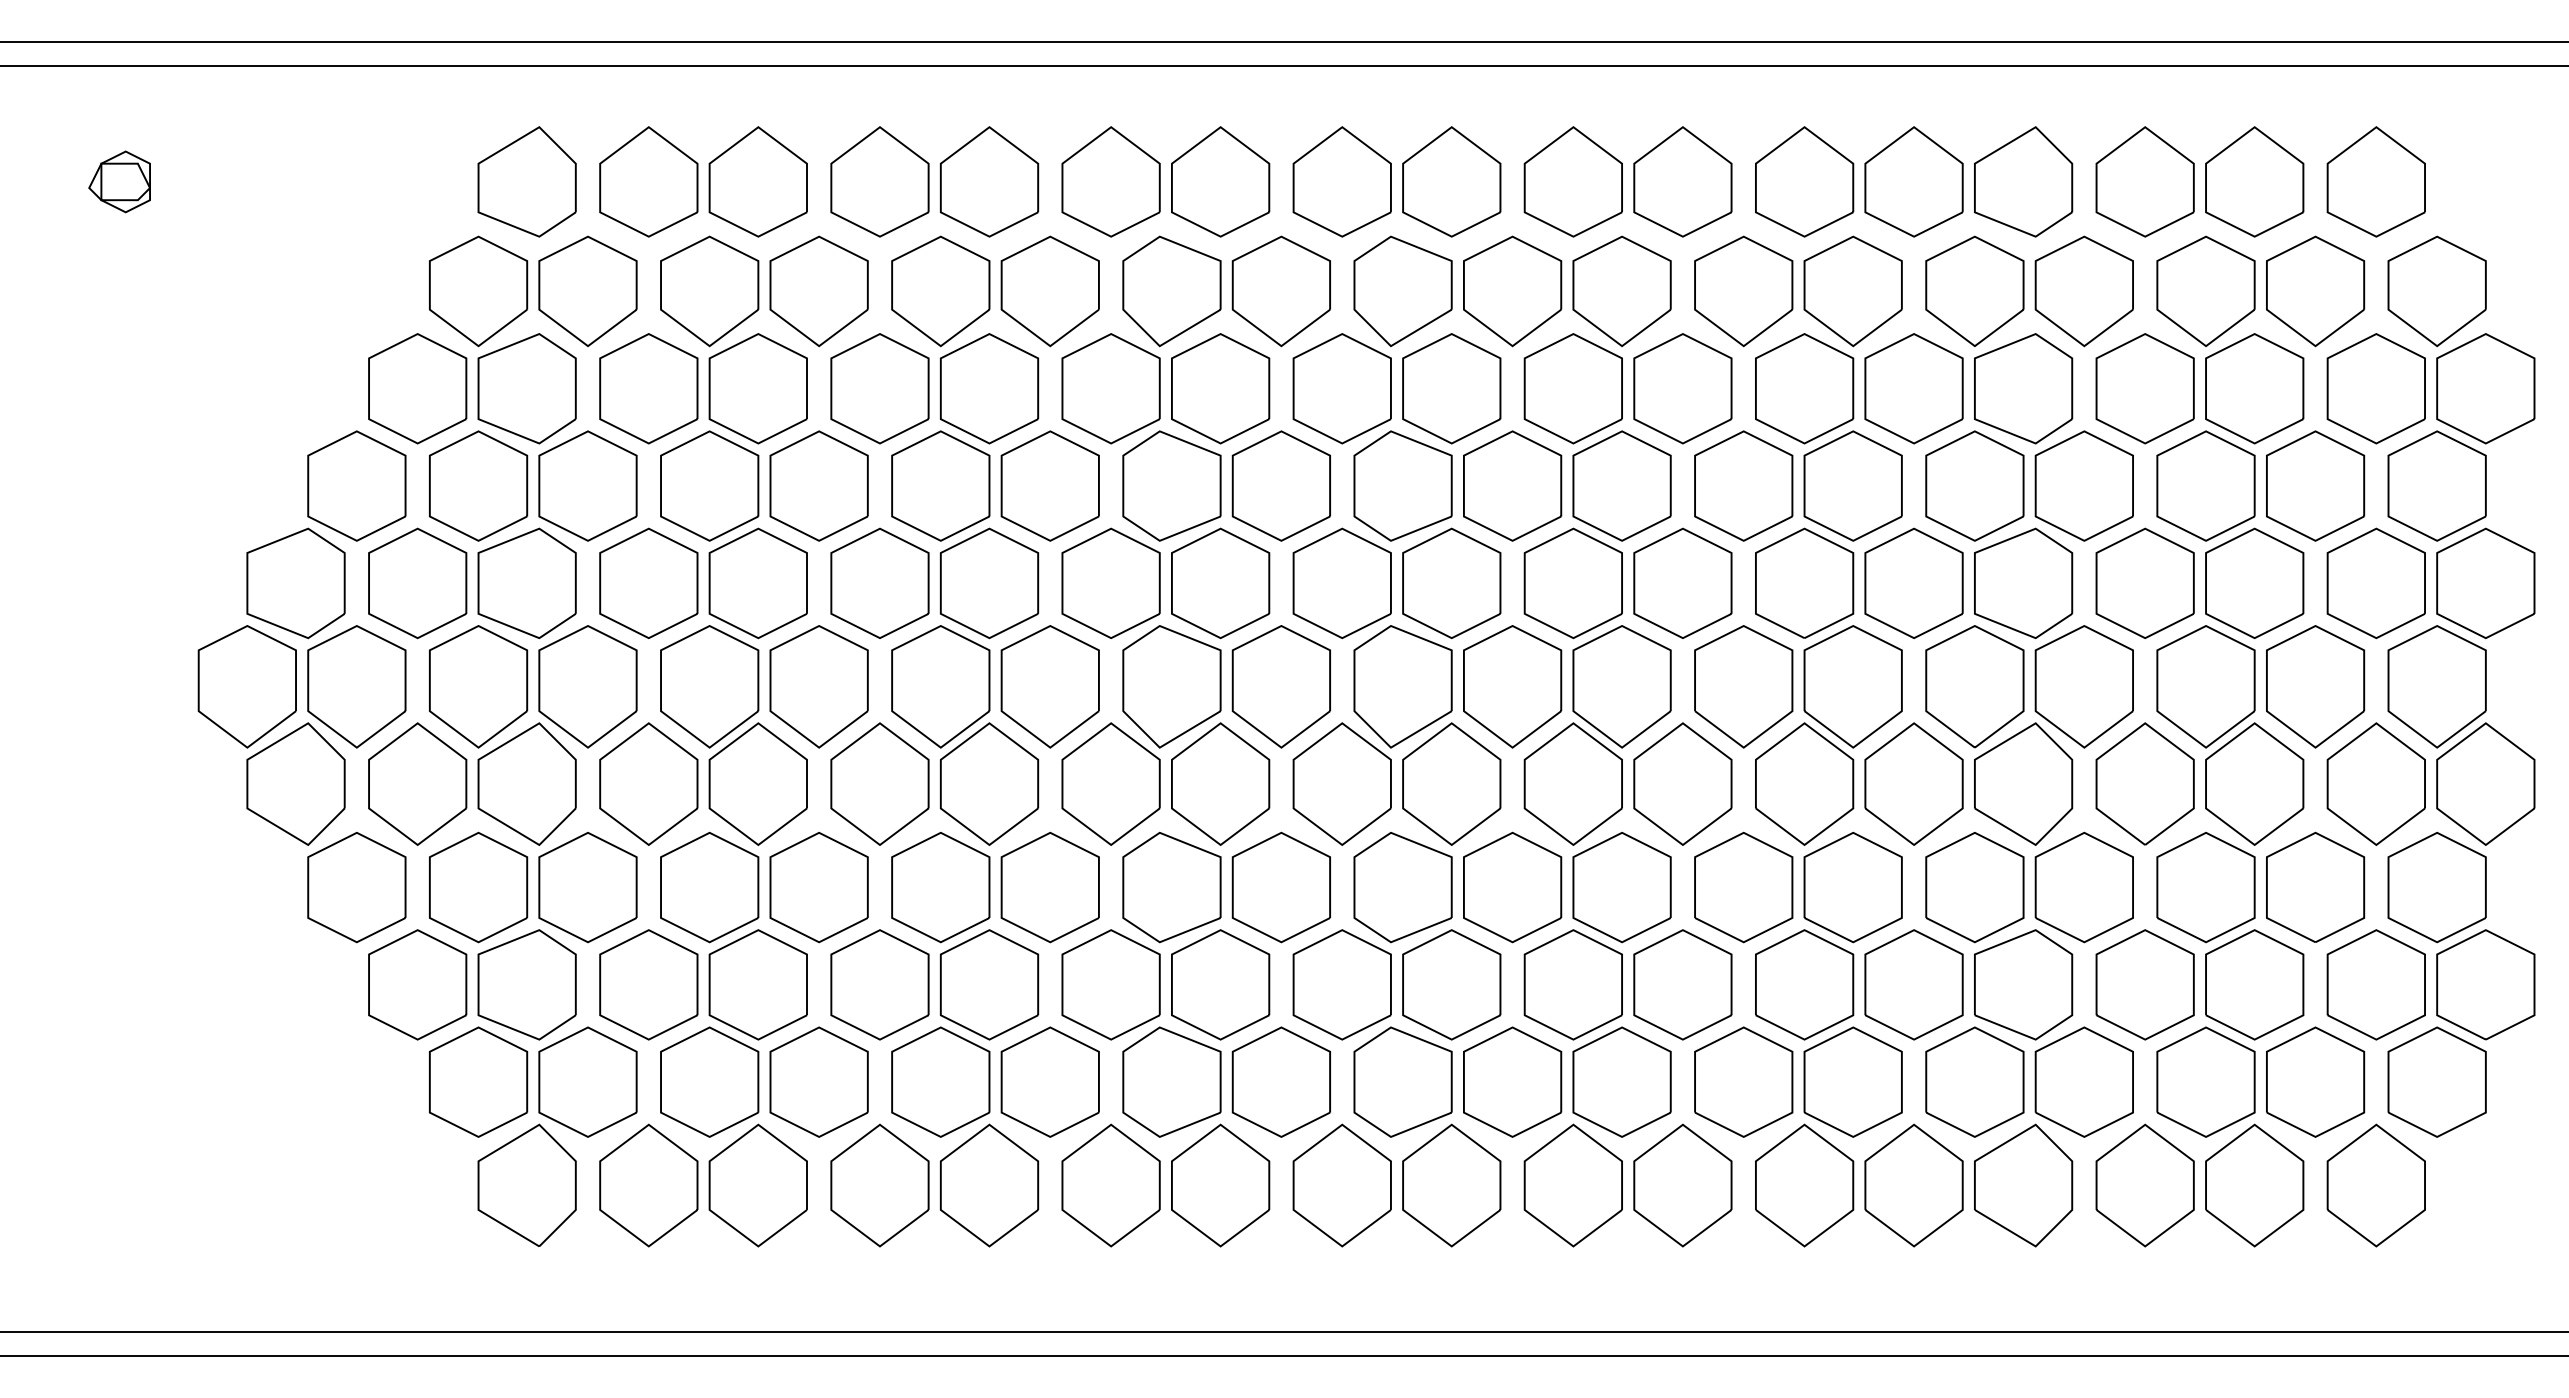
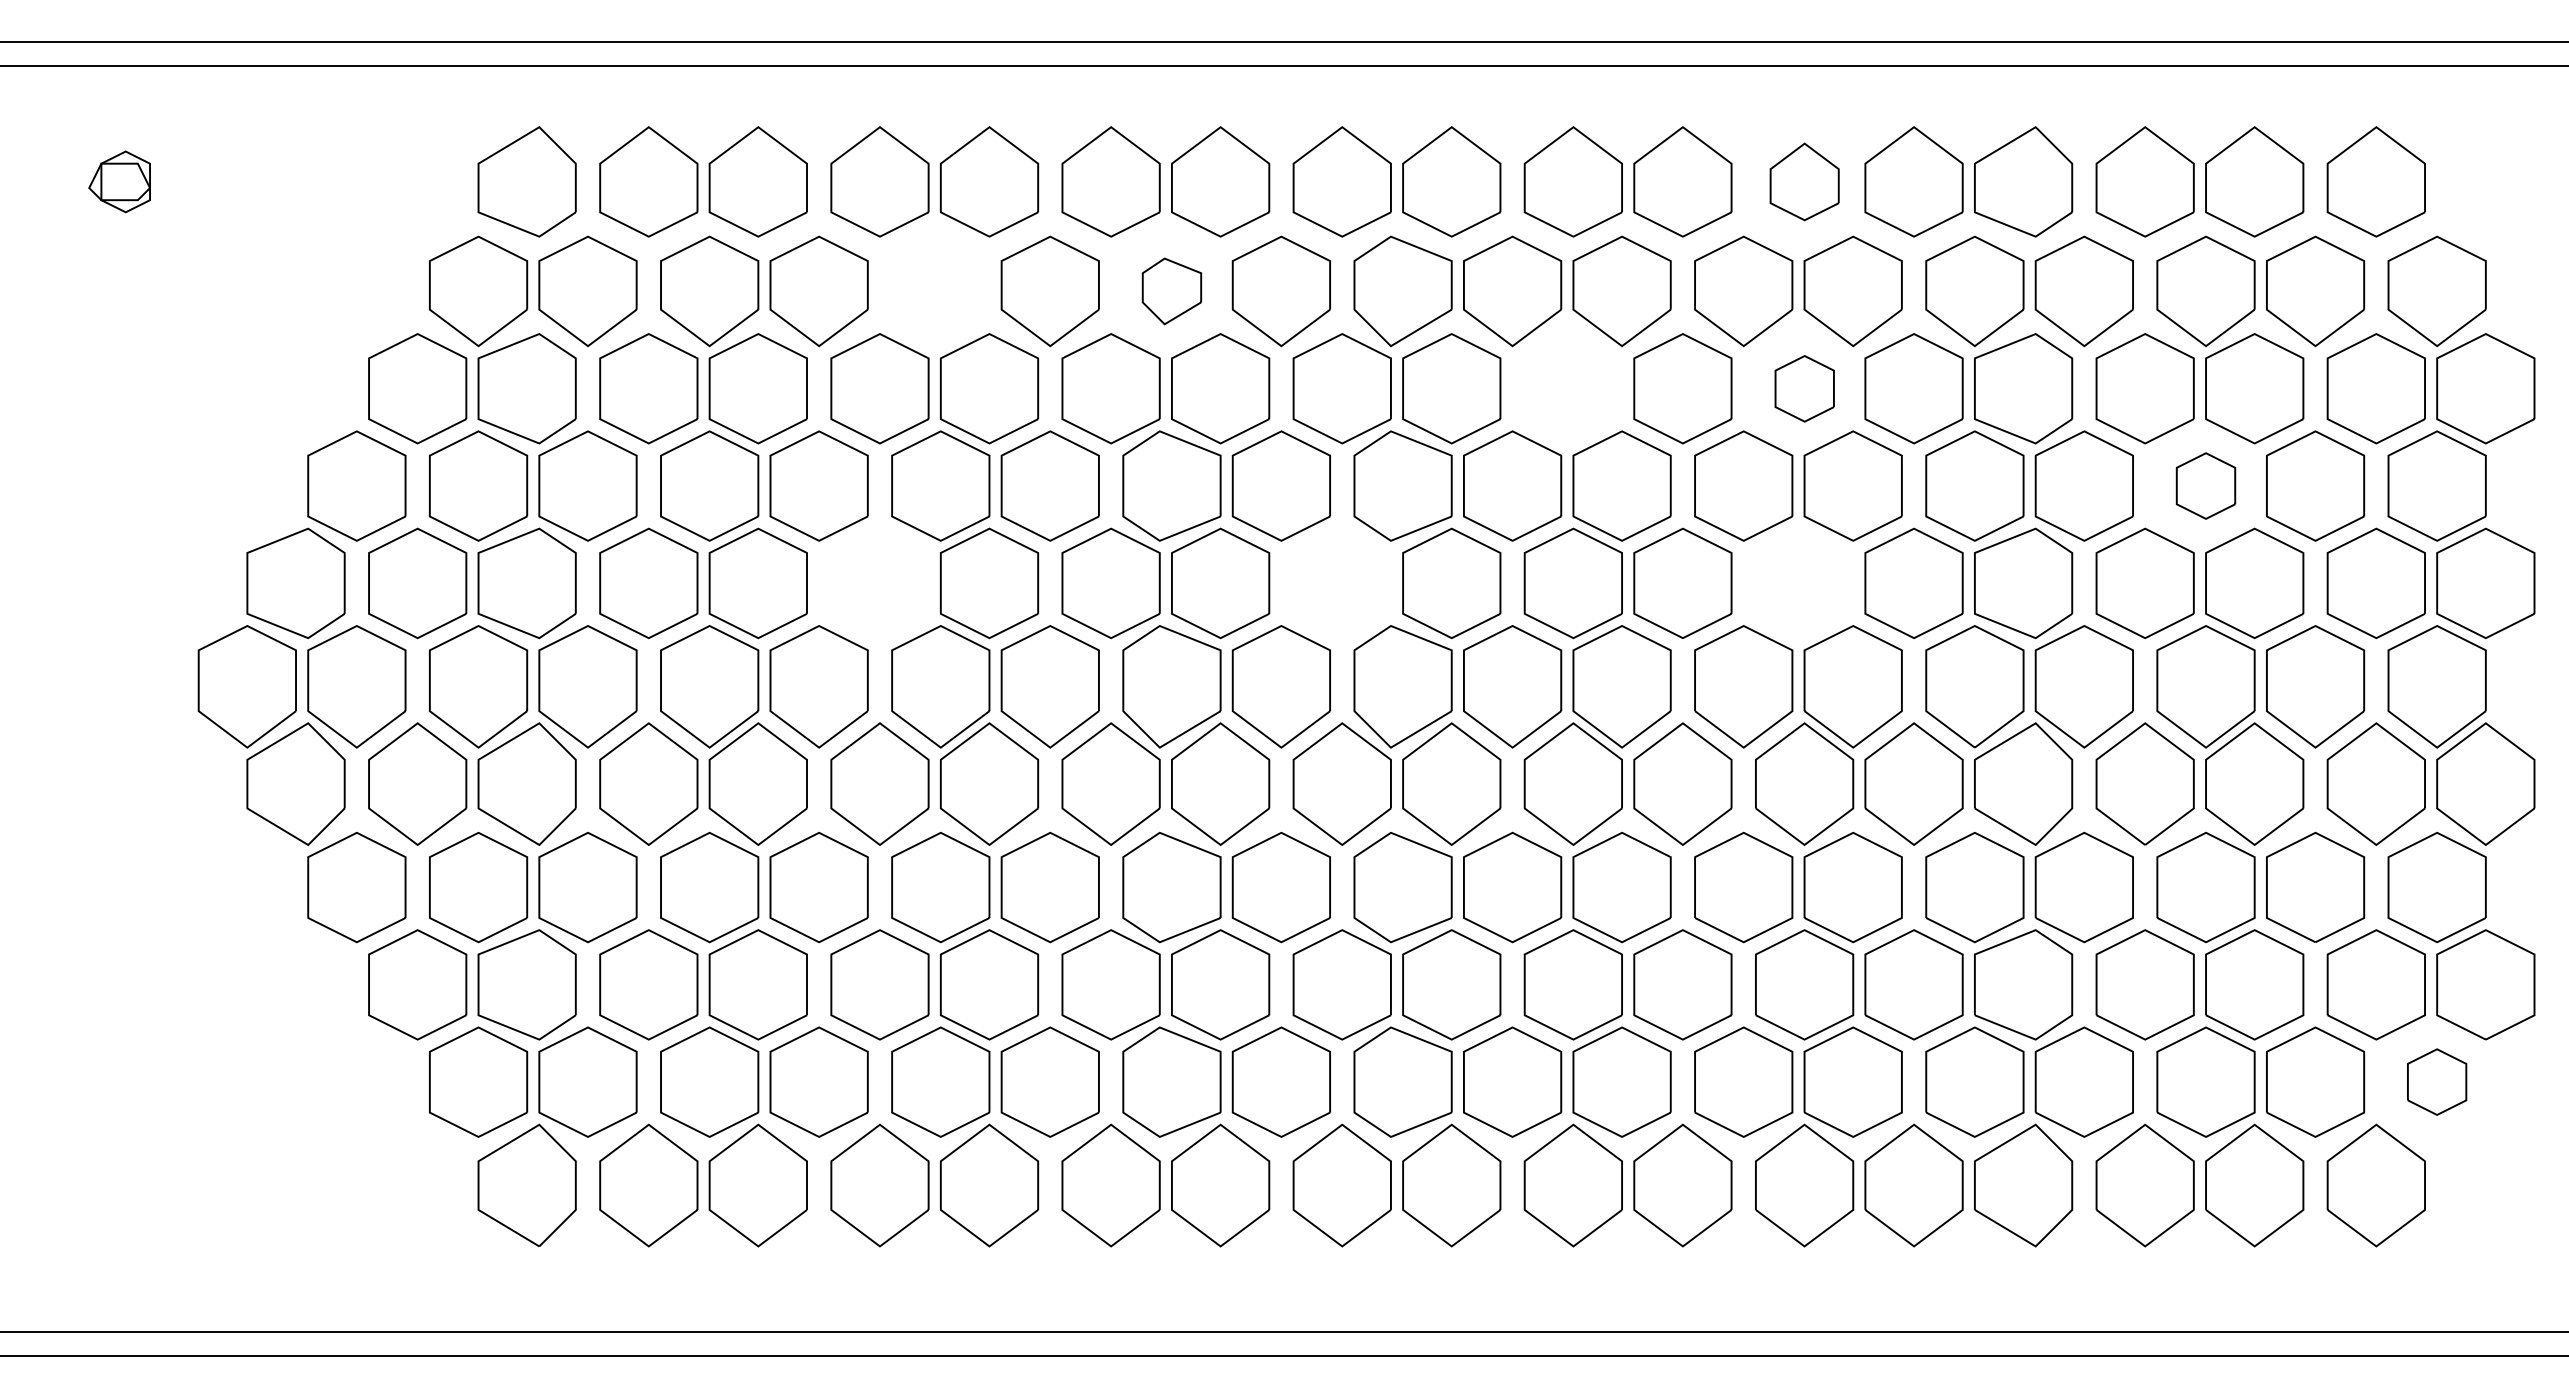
part at (1804, 181) size: 100x112 px -> 71x80 px
part at (940, 291): present -> none
part at (1171, 291) size: 100x113 px -> 62x69 px
part at (1572, 388): present -> none
part at (1804, 388) size: 100x112 px -> 61x68 px
part at (2205, 485) size: 100x112 px -> 62x68 px
part at (879, 582): present -> none
part at (1341, 582): present -> none
part at (1804, 582): present -> none
part at (2436, 1081) size: 100x112 px -> 61x68 px
